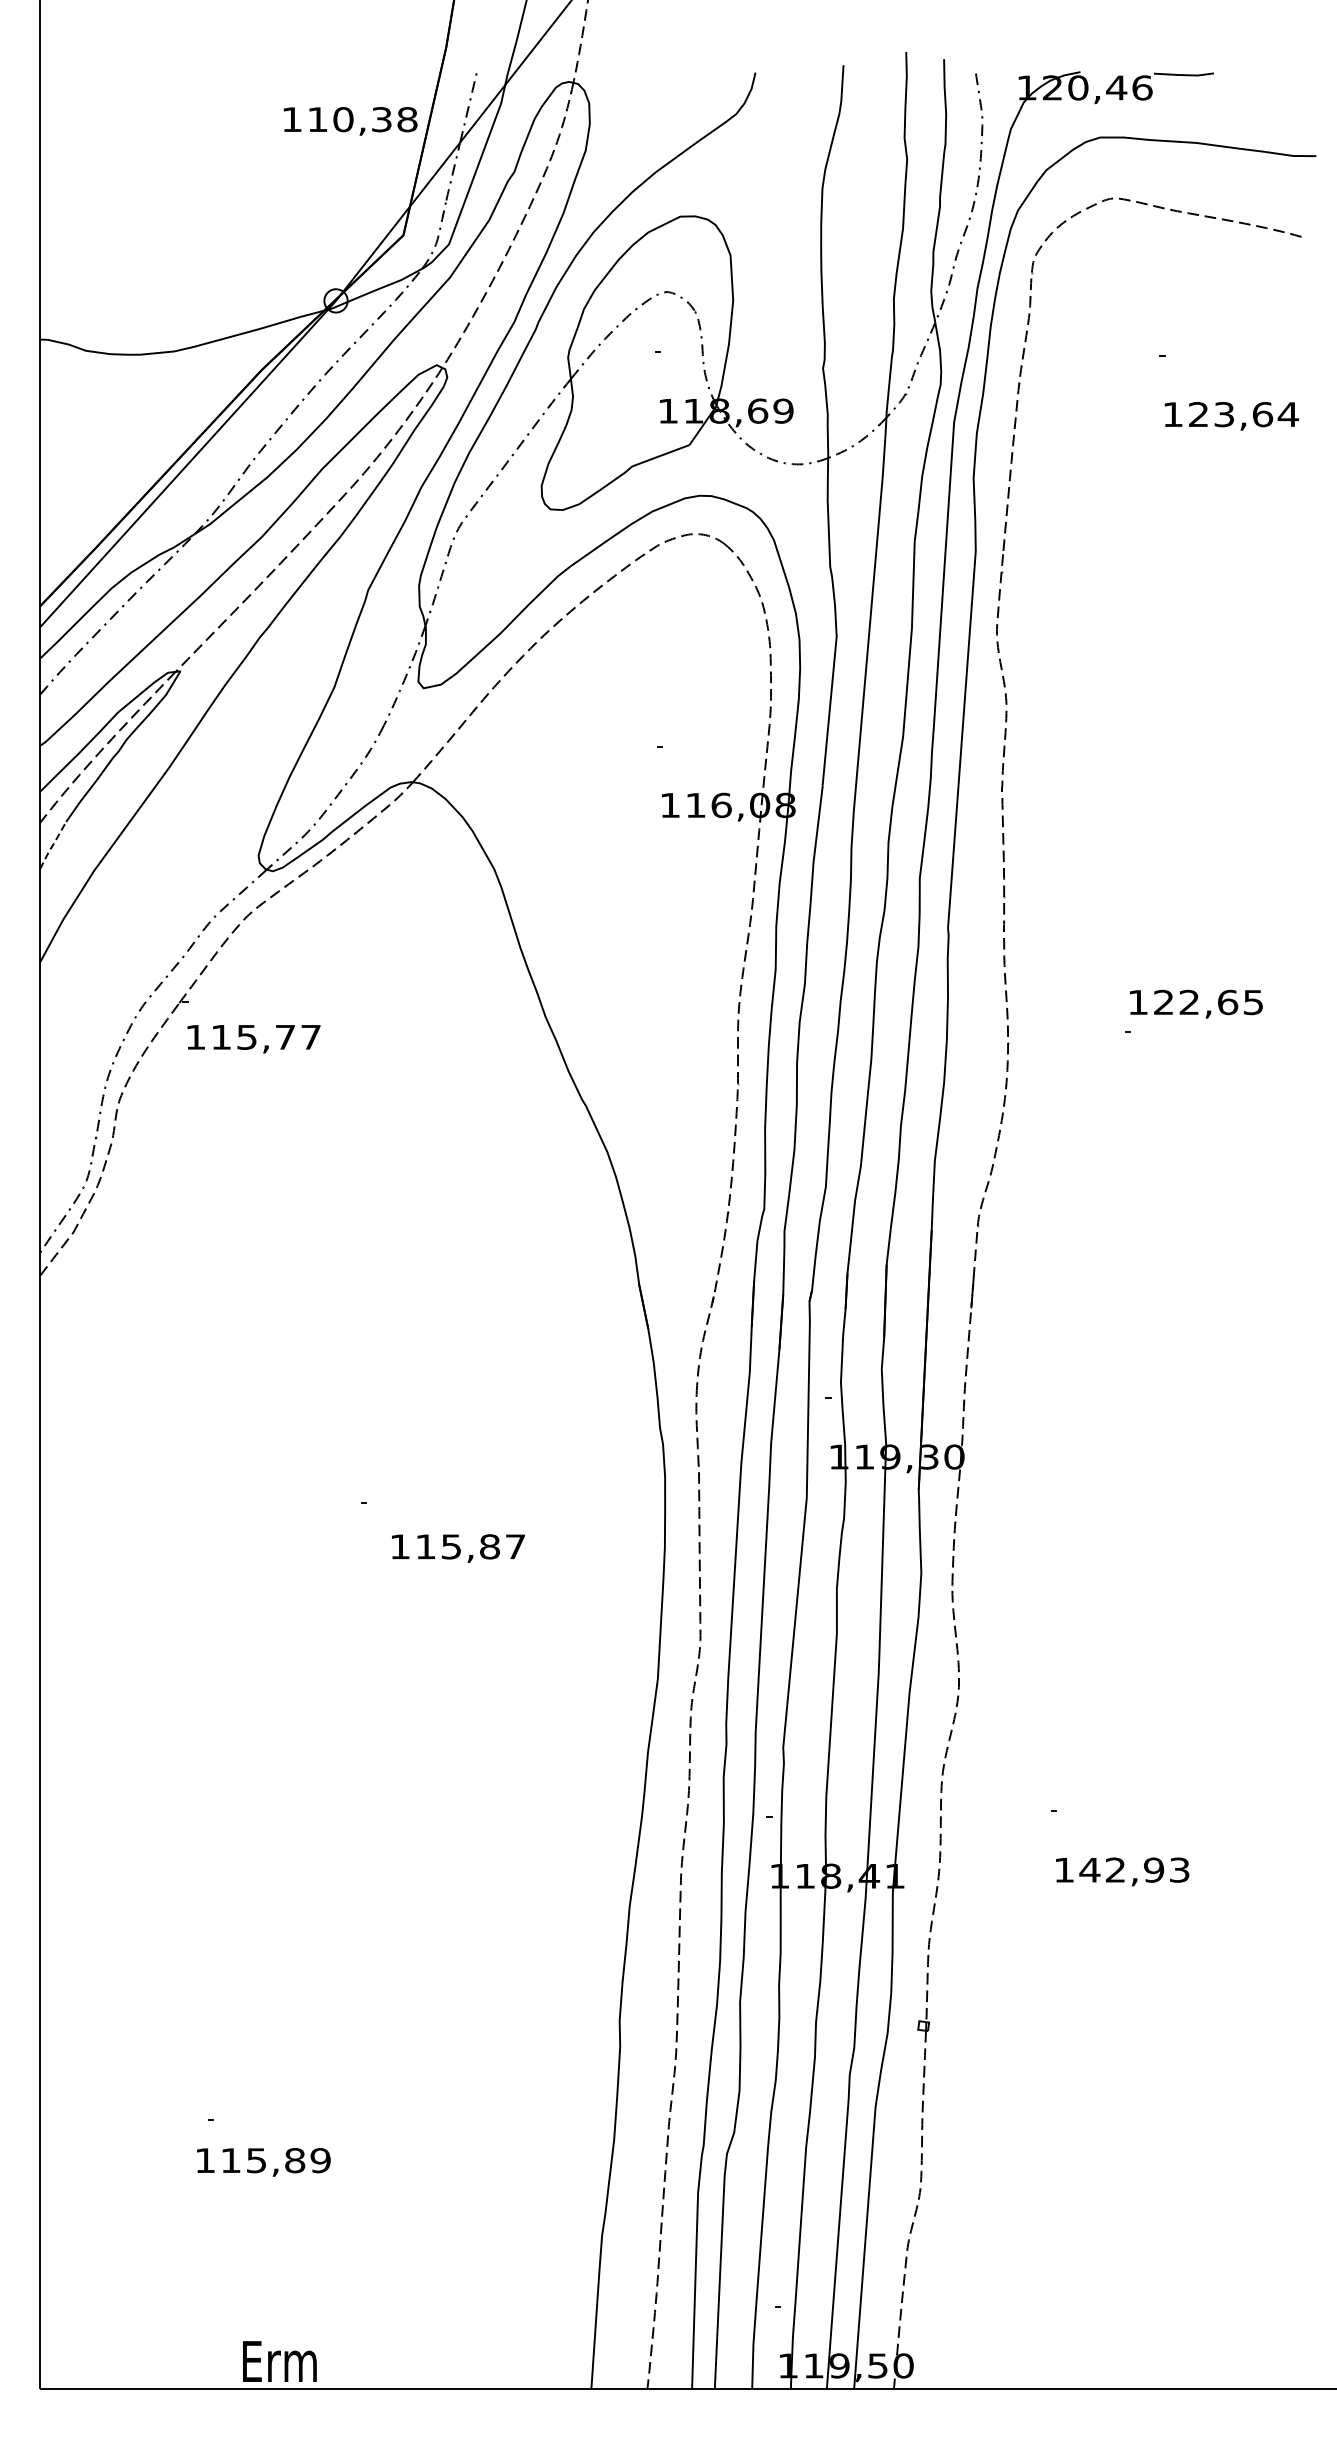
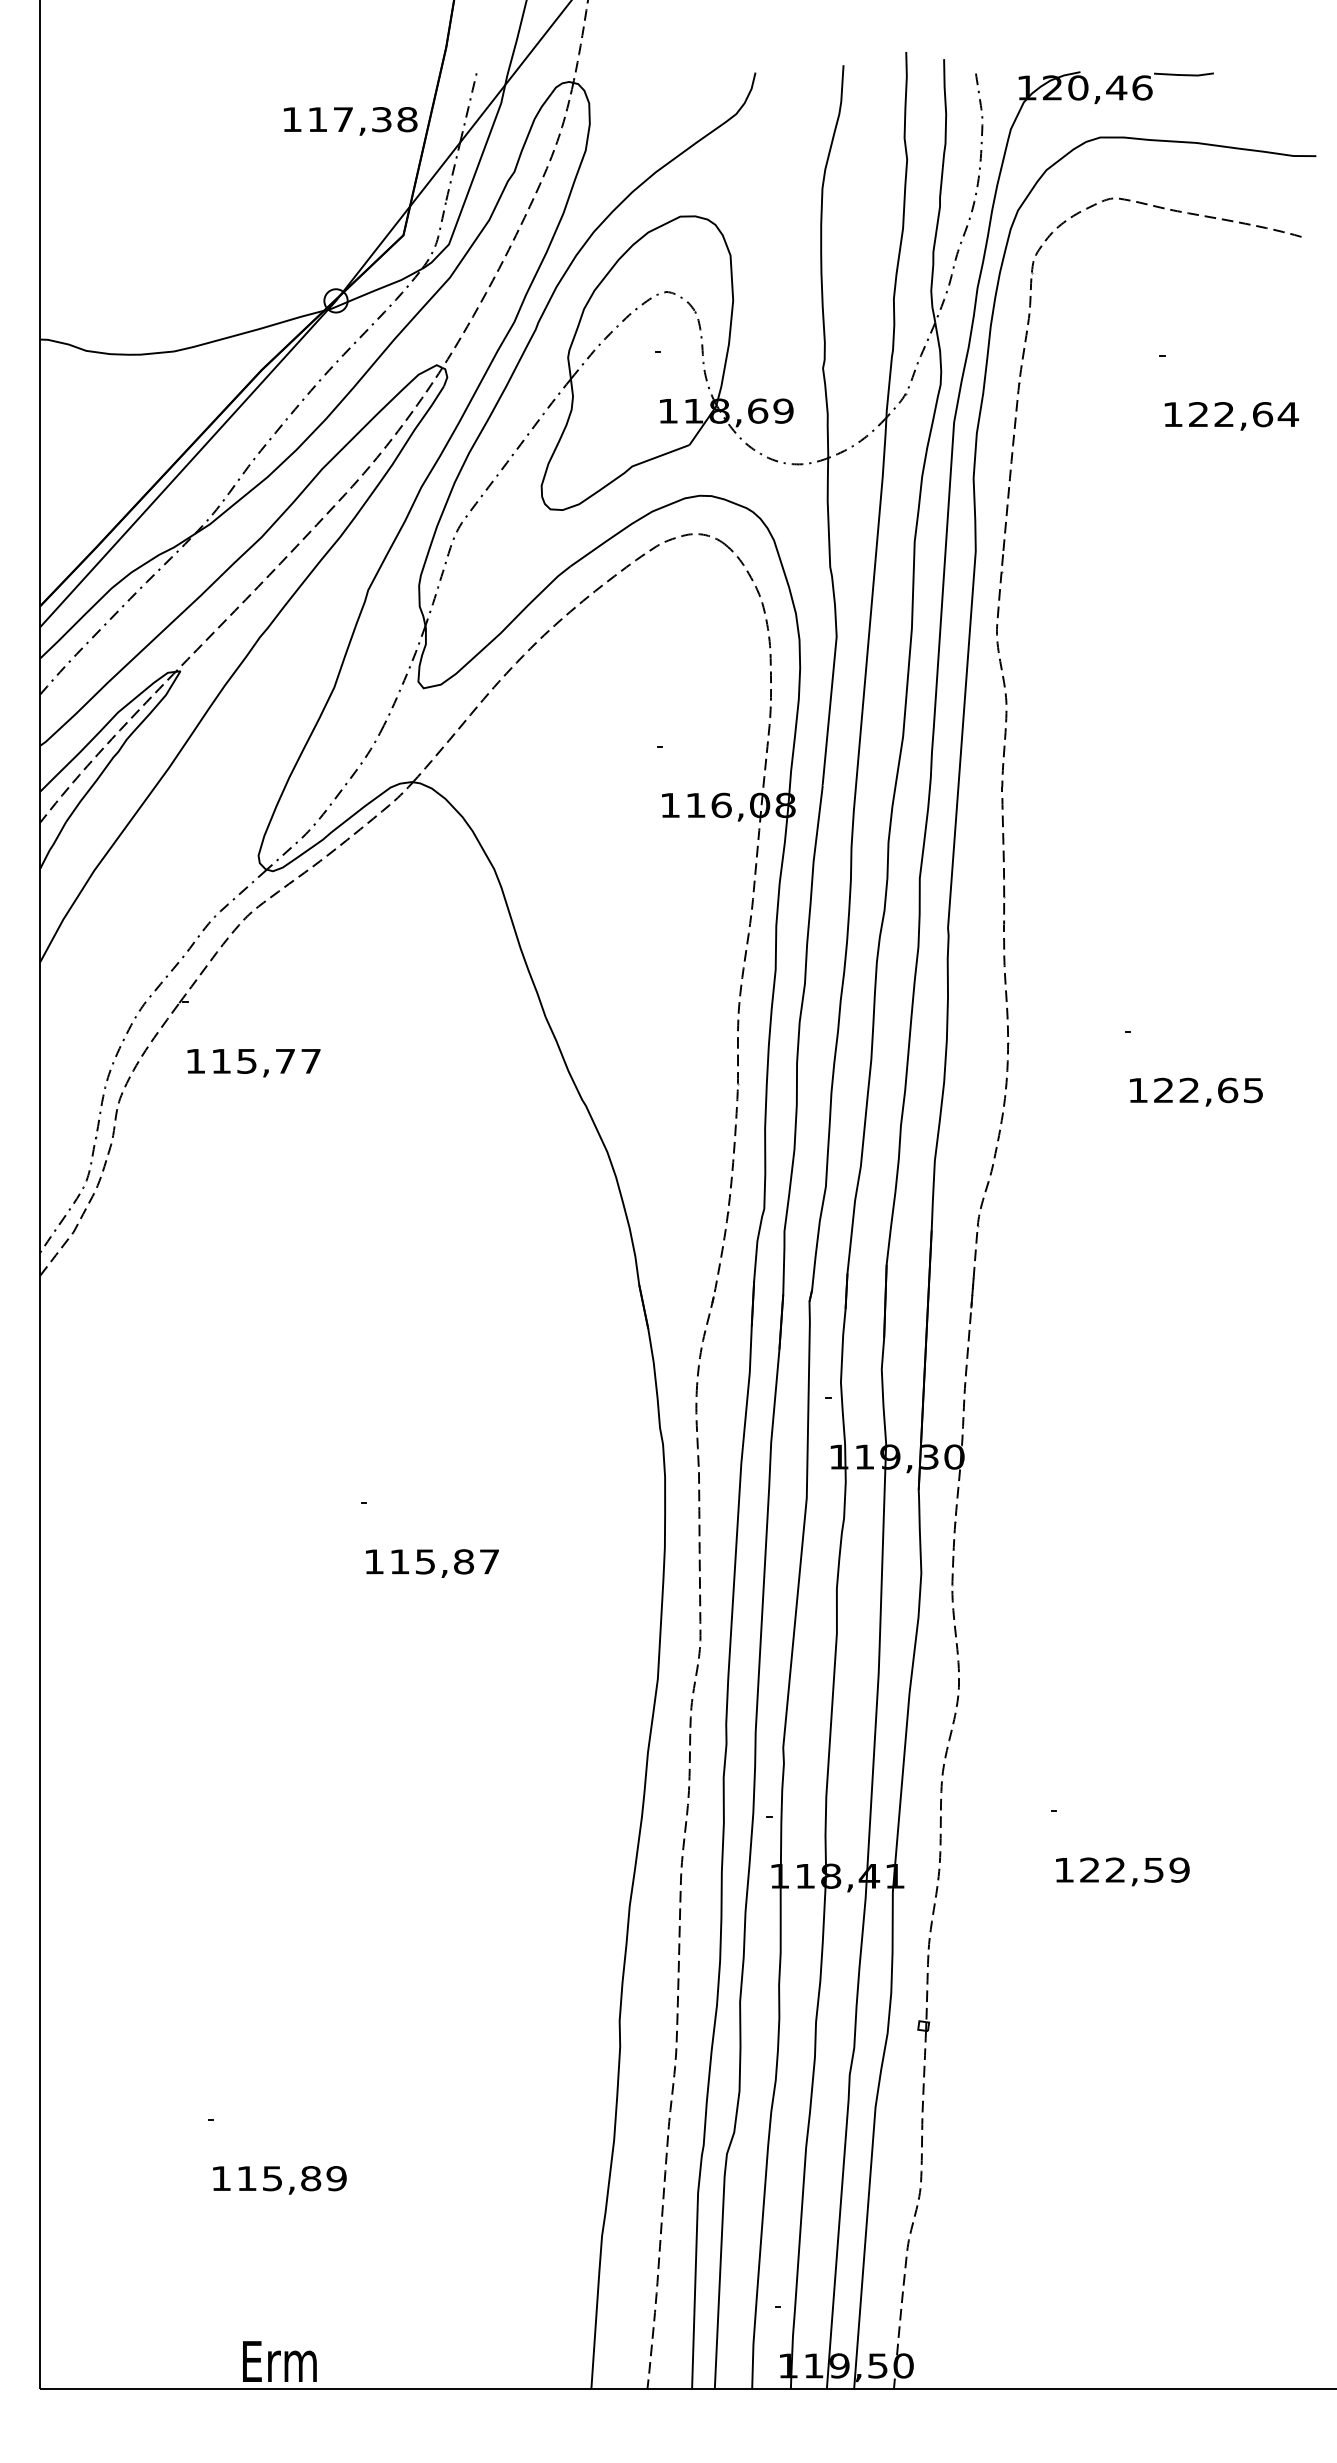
text at (343, 119): 110,38 -> 117,38
text at (1223, 414): 123,64 -> 122,64
line at (53, 845): dashed -> solid
text at (1196, 1003) position: (1196, 1003) -> (1196, 1091)
text at (253, 1039) position: (253, 1039) -> (253, 1063)
text at (458, 1548) position: (458, 1548) -> (432, 1563)
text at (1134, 1869): 142,93 -> 122,59
text at (263, 2162) position: (263, 2162) -> (279, 2180)
